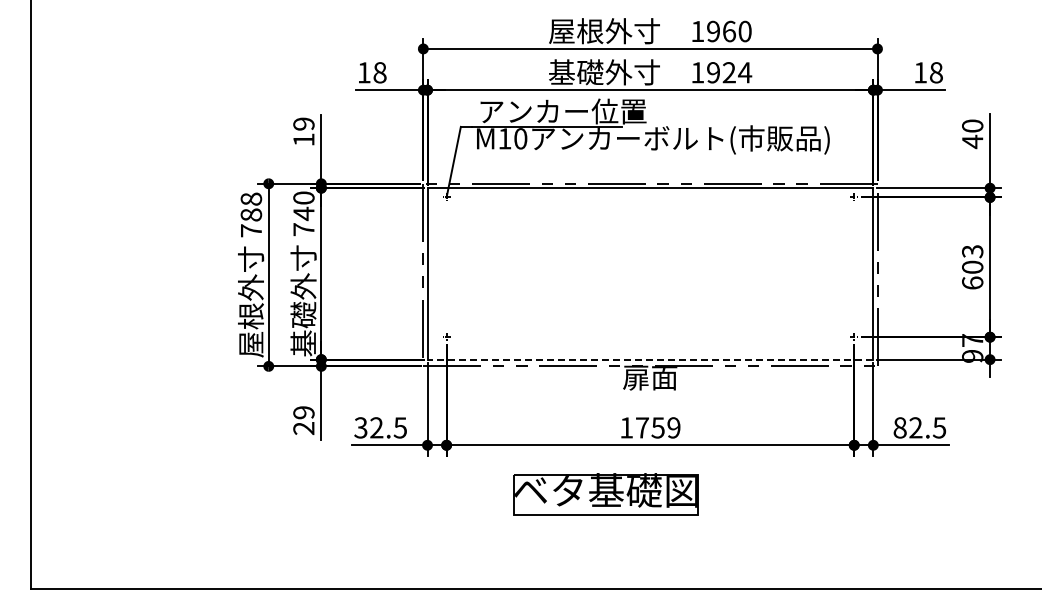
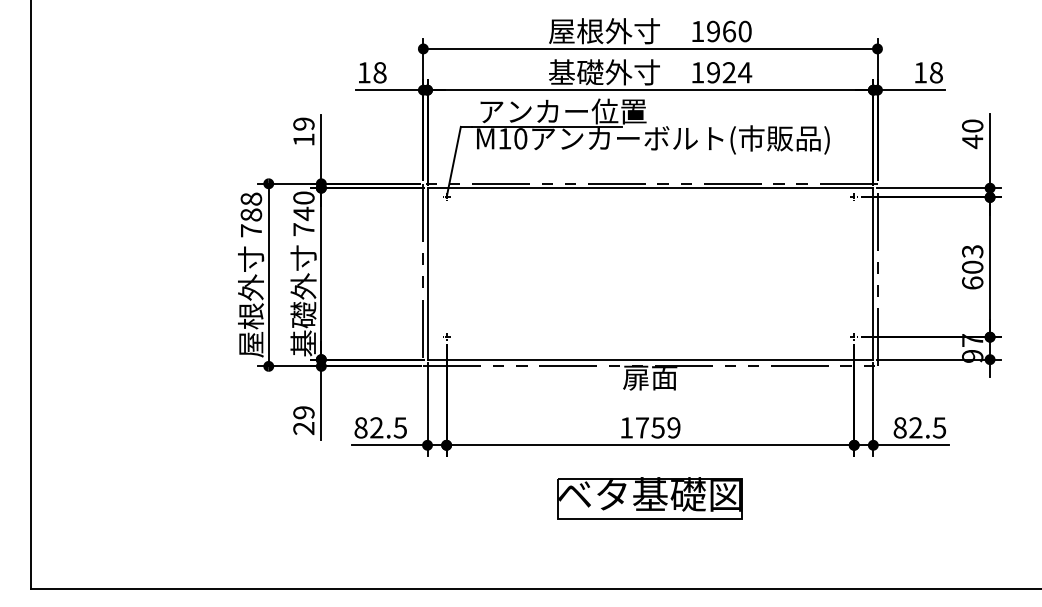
line at (650, 359): dashed -> solid
text at (360, 427): 32.5 -> 82.5
part at (605, 494) position: (605, 494) -> (649, 498)
